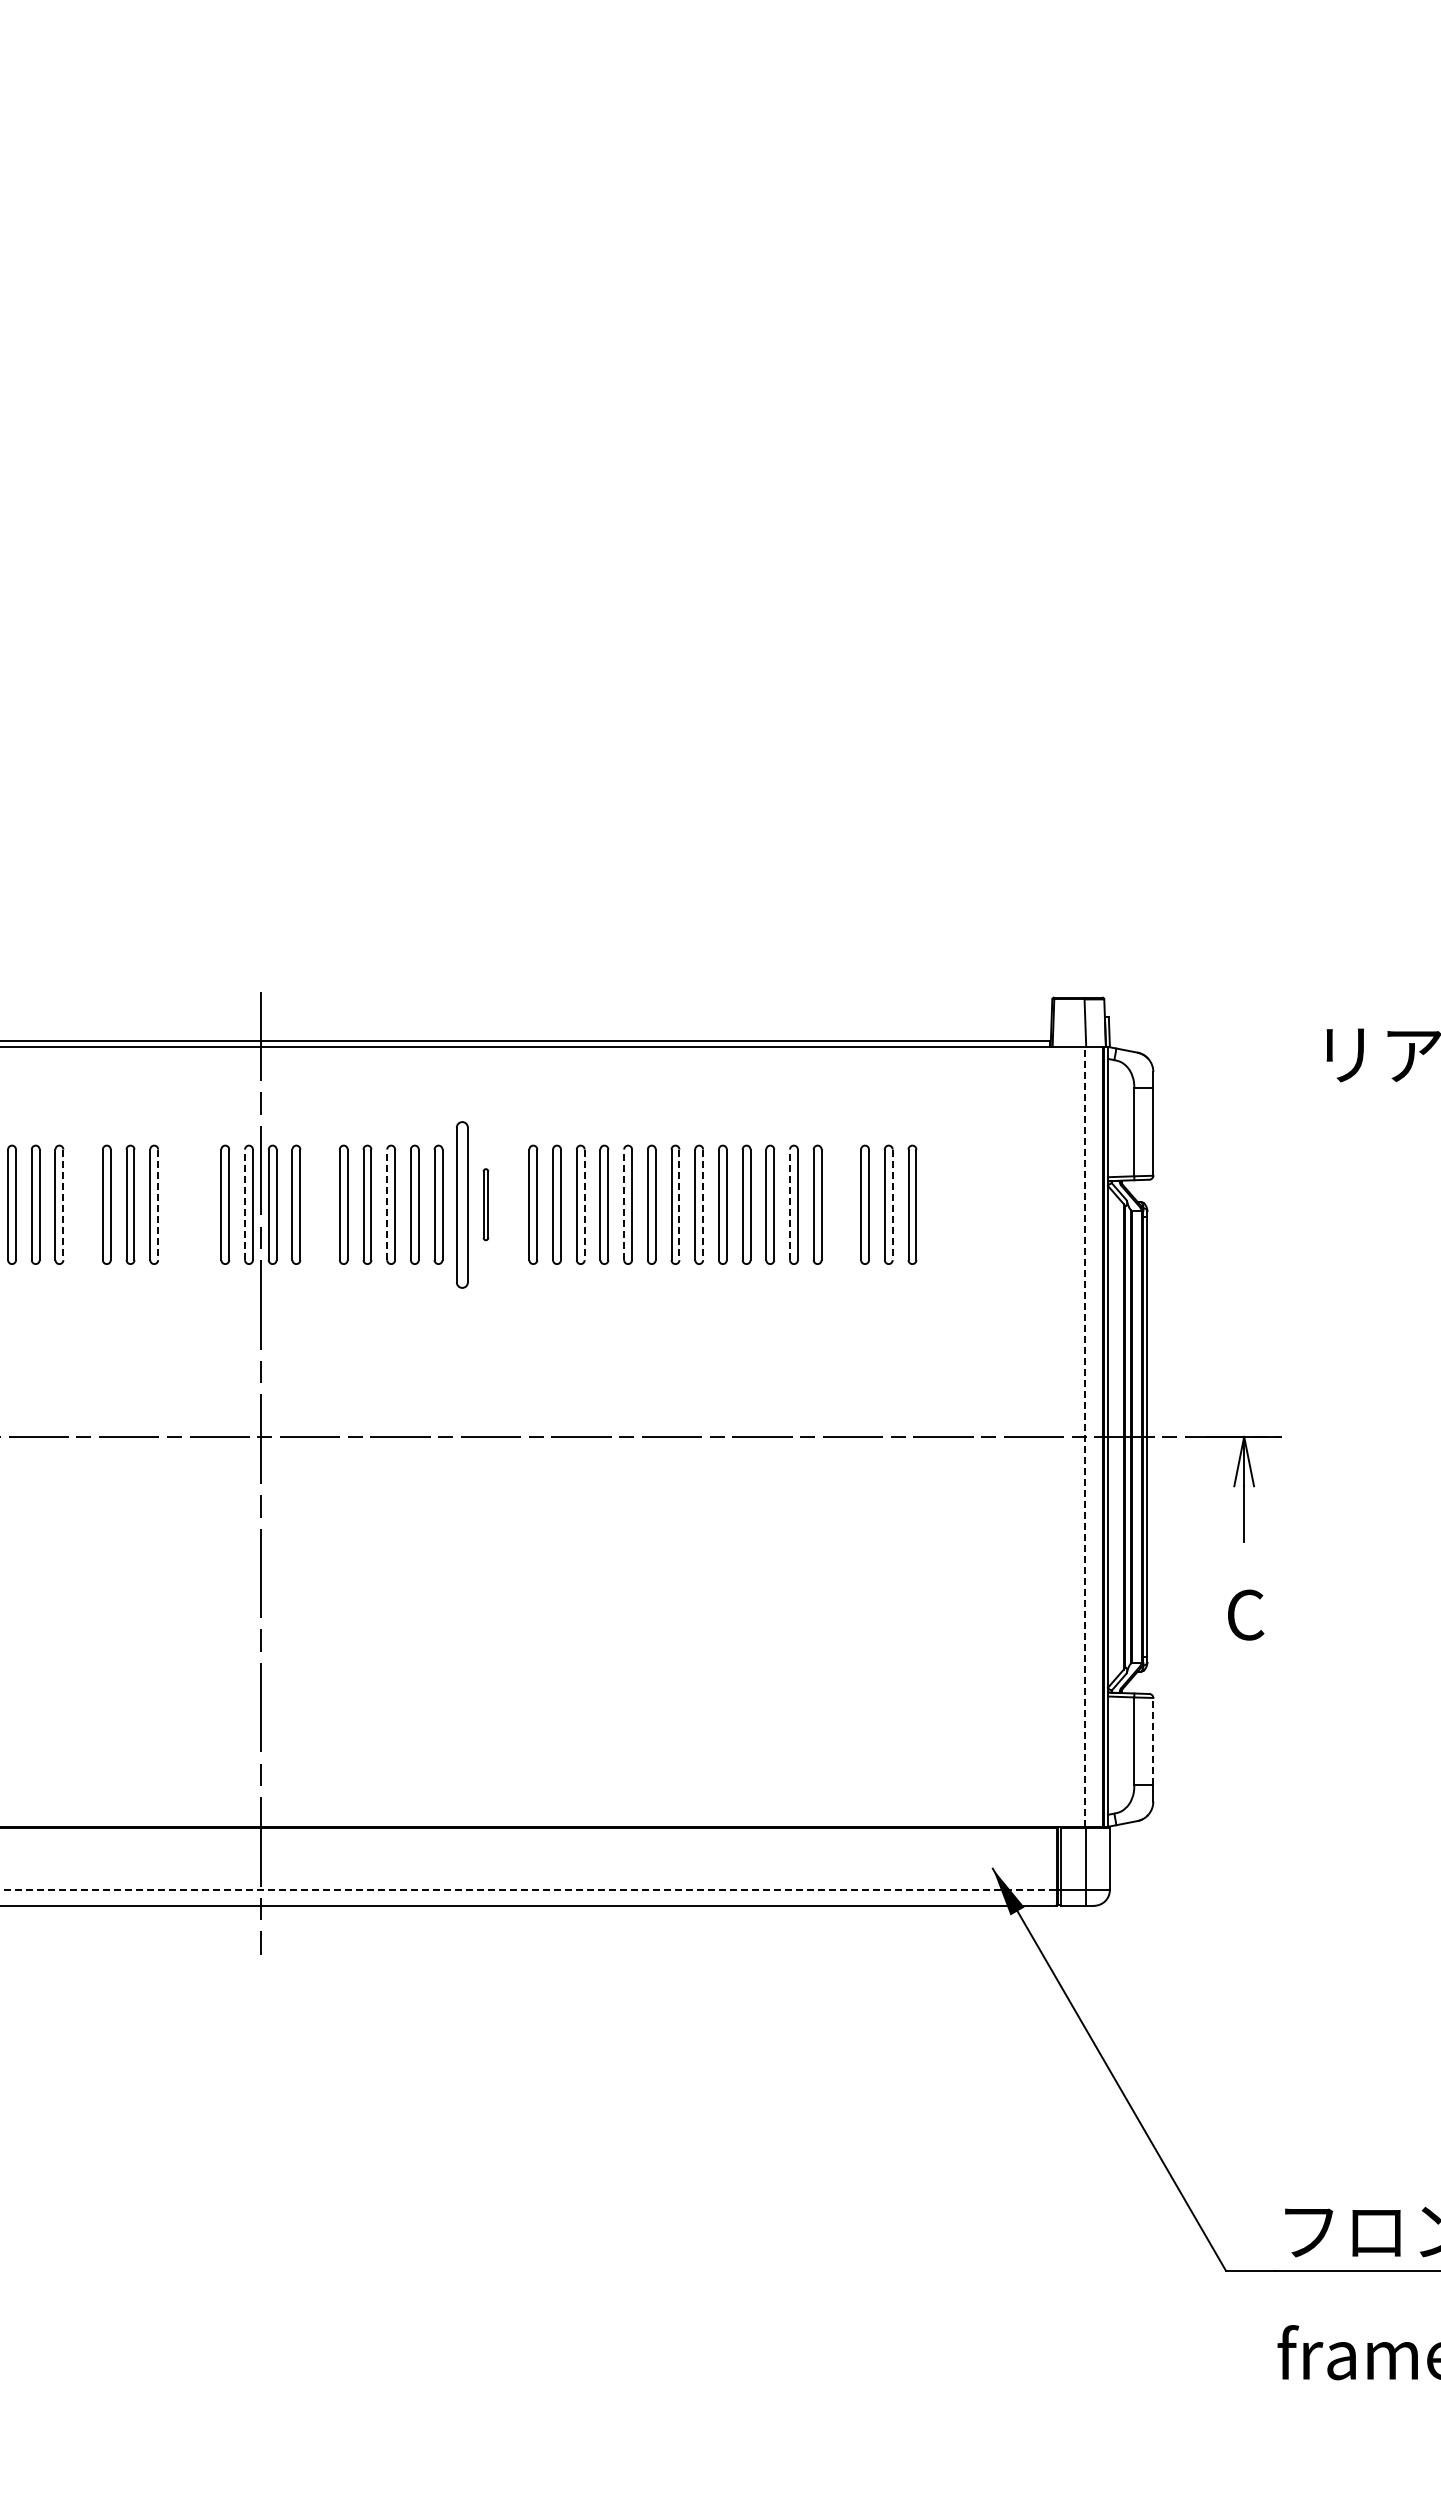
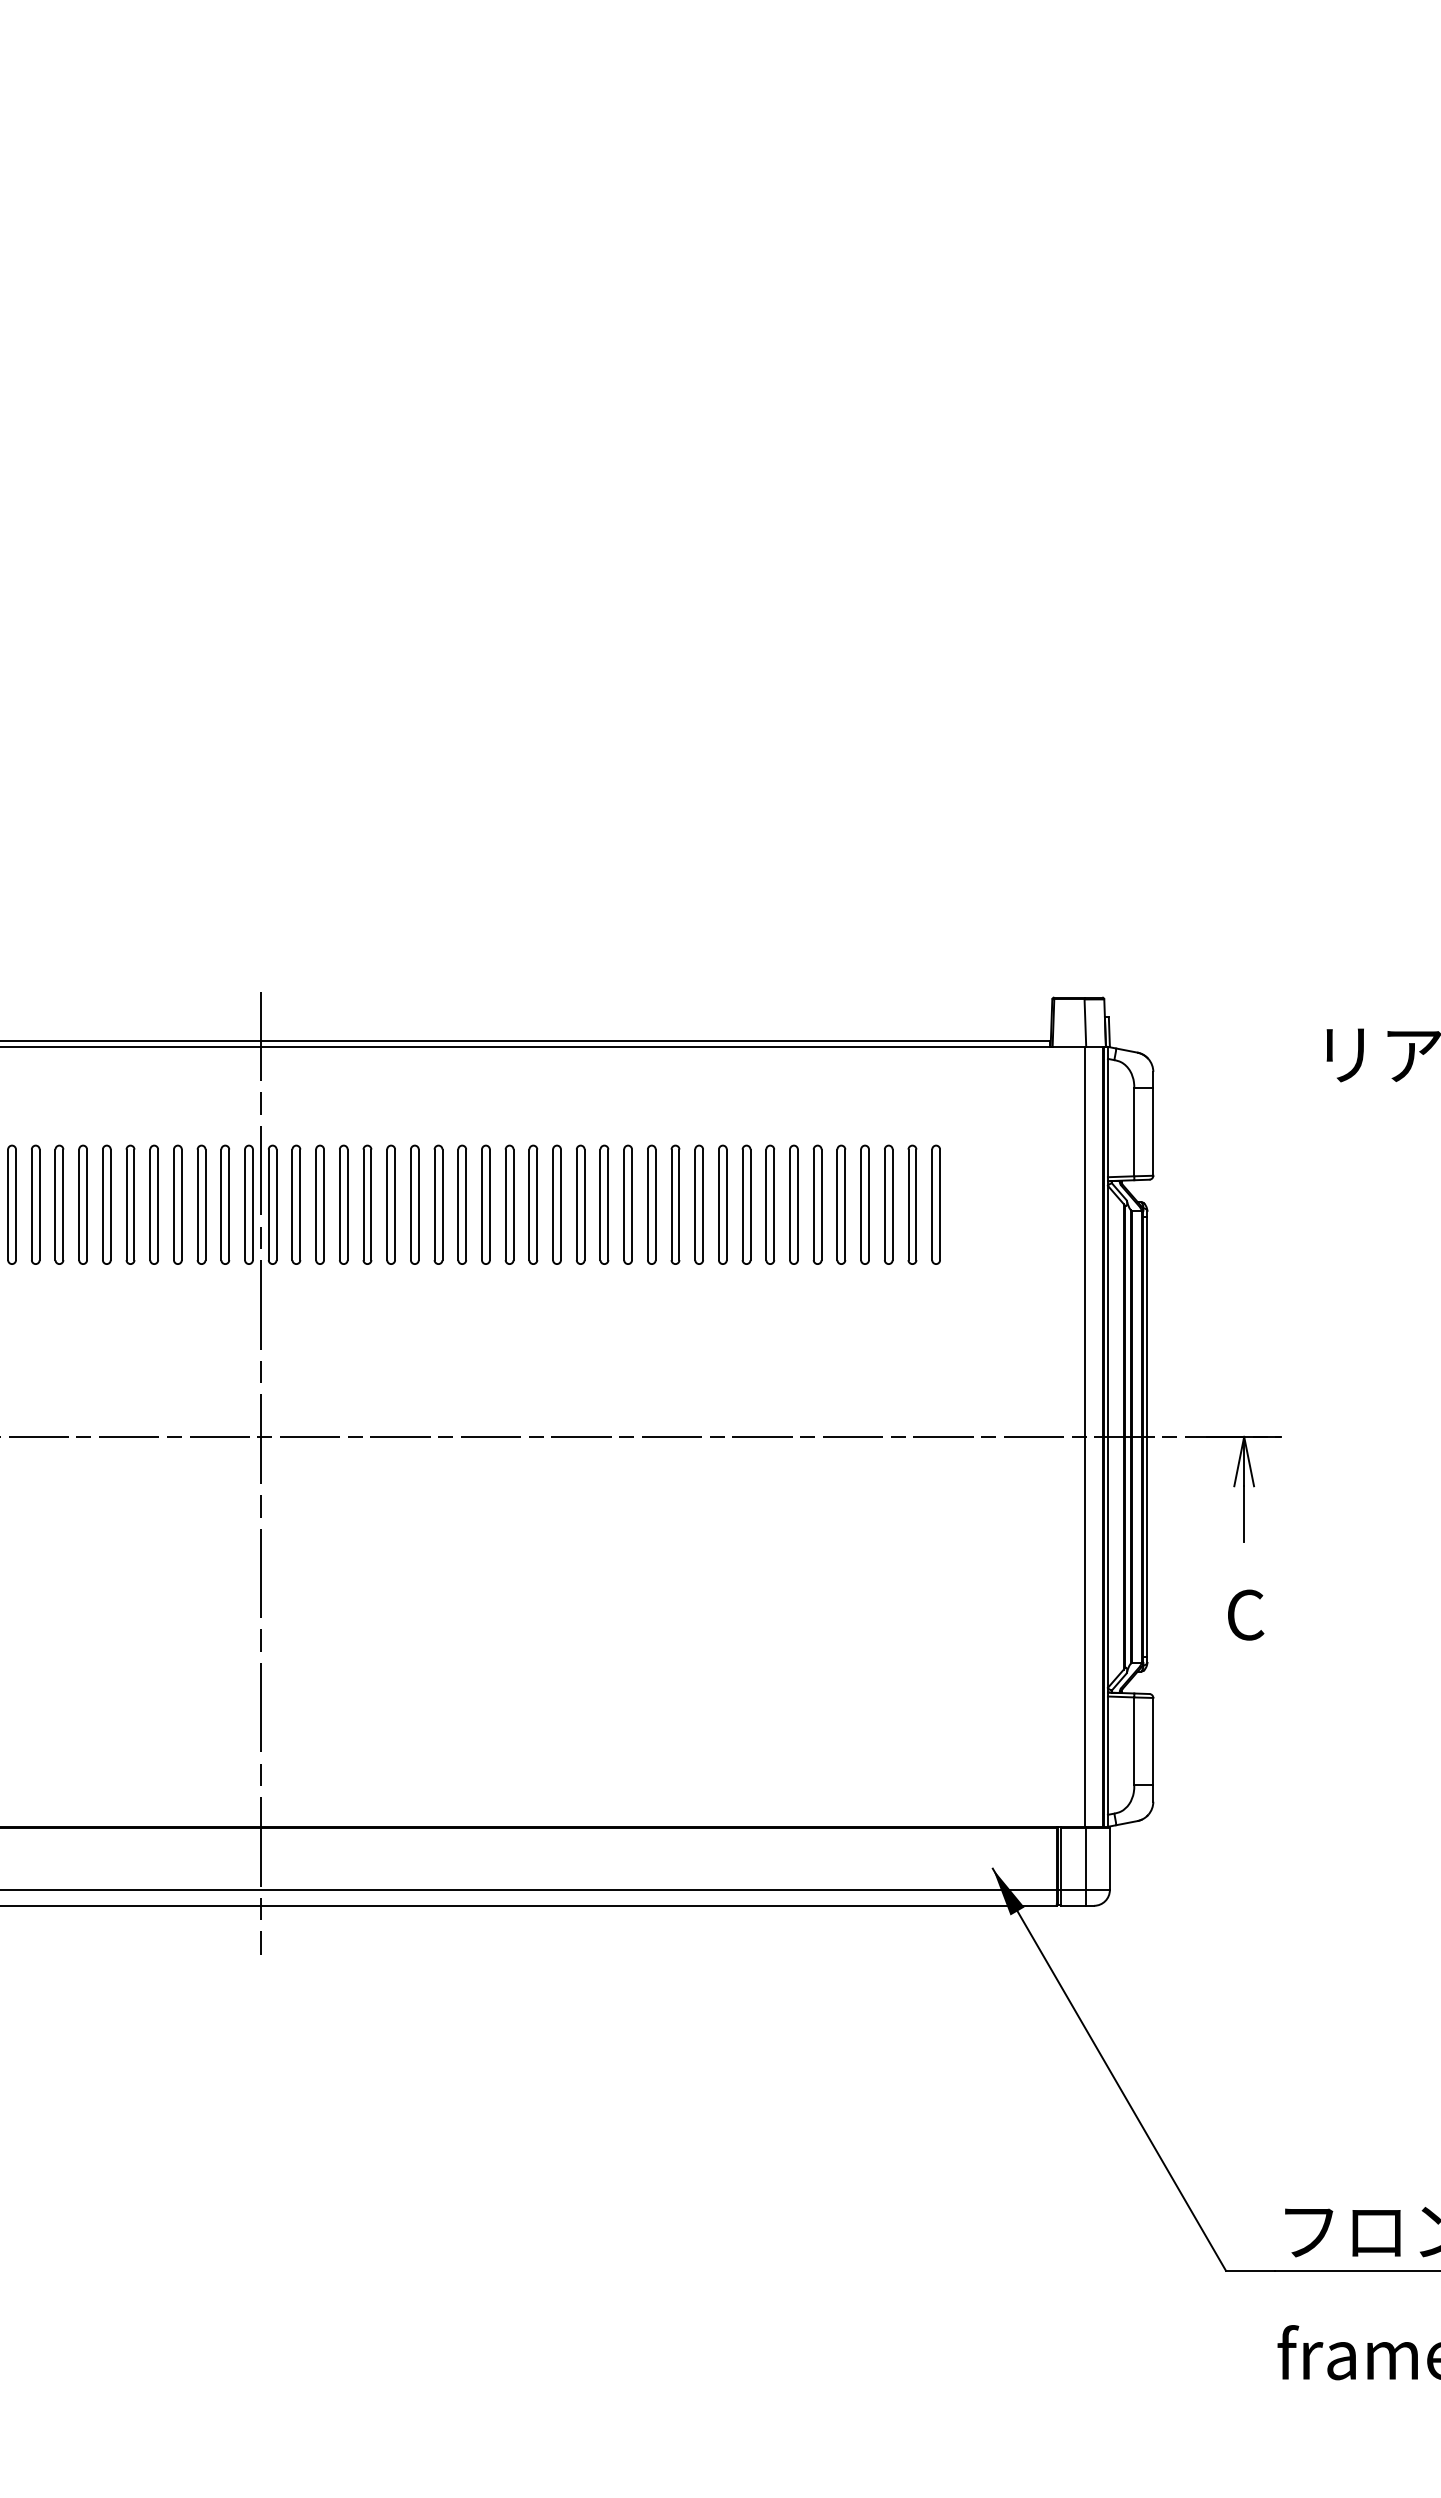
part at (82, 1204): none -> present
part at (177, 1204): none -> present
part at (201, 1204): none -> present
line at (245, 1204): dashed -> solid
part at (319, 1204): none -> present
line at (387, 1204): dashed -> solid
part at (462, 1204) size: 13x168 px -> 10x121 px
part at (485, 1204) size: 8x74 px -> 10x121 px
part at (509, 1204): none -> present
line at (624, 1204): dashed -> solid
line at (790, 1204): dashed -> solid
part at (841, 1204): none -> present
part at (935, 1204): none -> present
line at (63, 1205): dashed -> solid
line at (158, 1205): dashed -> solid
line at (584, 1205): dashed -> solid
line at (679, 1205): dashed -> solid
line at (703, 1205): dashed -> solid
line at (892, 1205): dashed -> solid
line at (1085, 1436): dashed -> solid
line at (1153, 1741): dashed -> solid
line at (528, 1890): dashed -> solid
